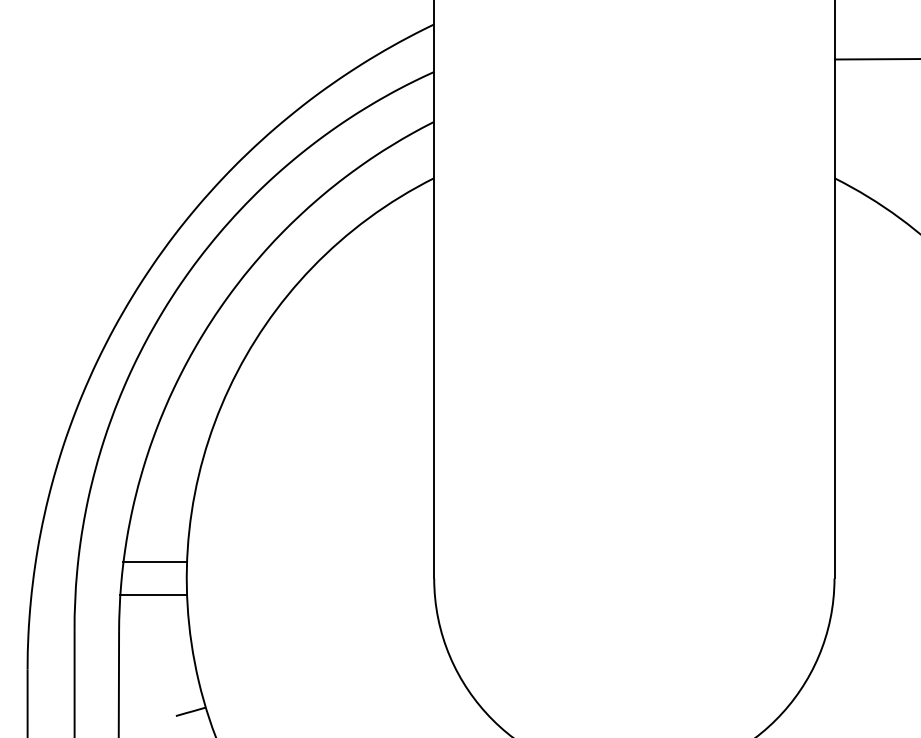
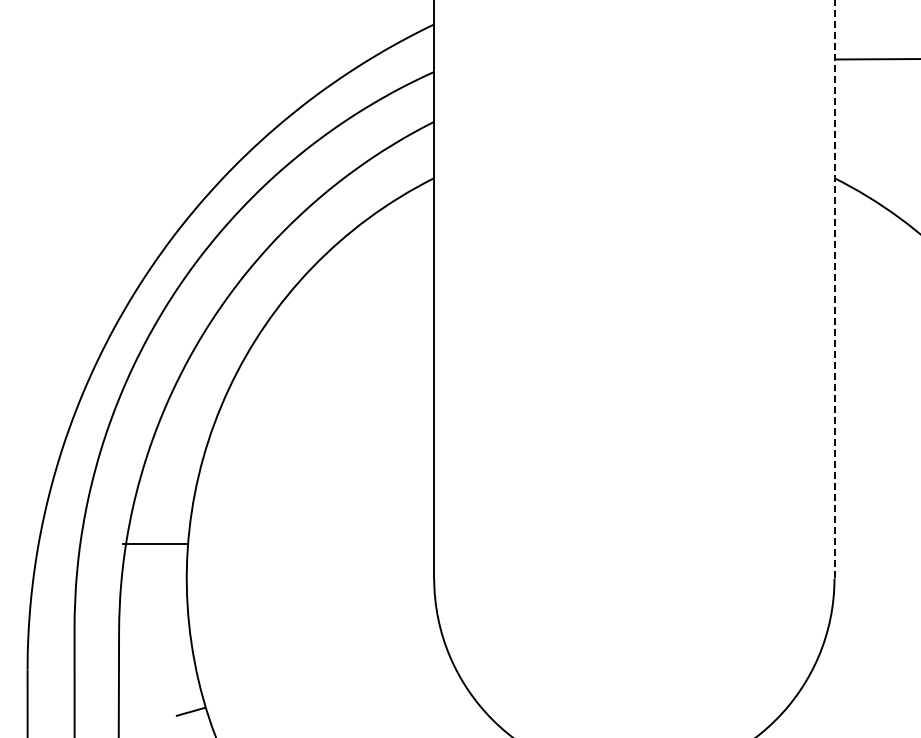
line at (834, 289): solid -> dashed
line at (155, 562) position: (155, 562) -> (155, 544)
line at (153, 595): present -> none
